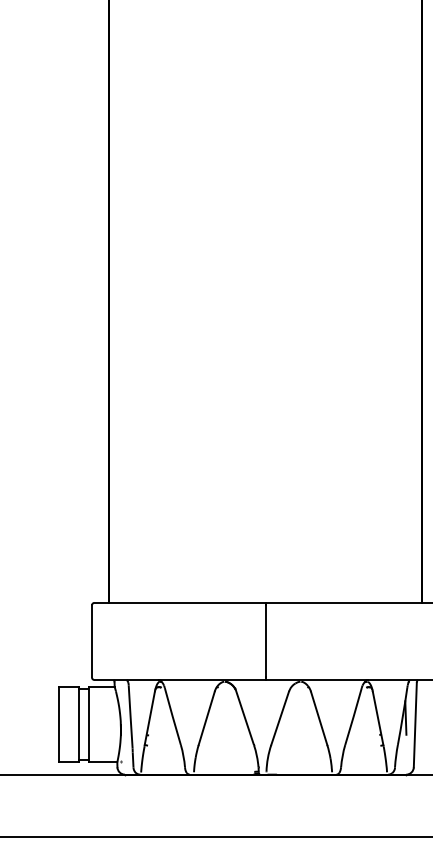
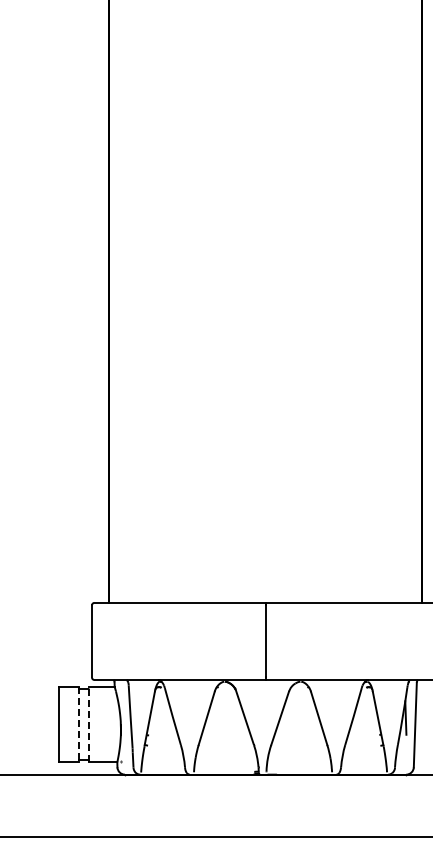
line at (78, 724): solid -> dashed
line at (88, 724): solid -> dashed
